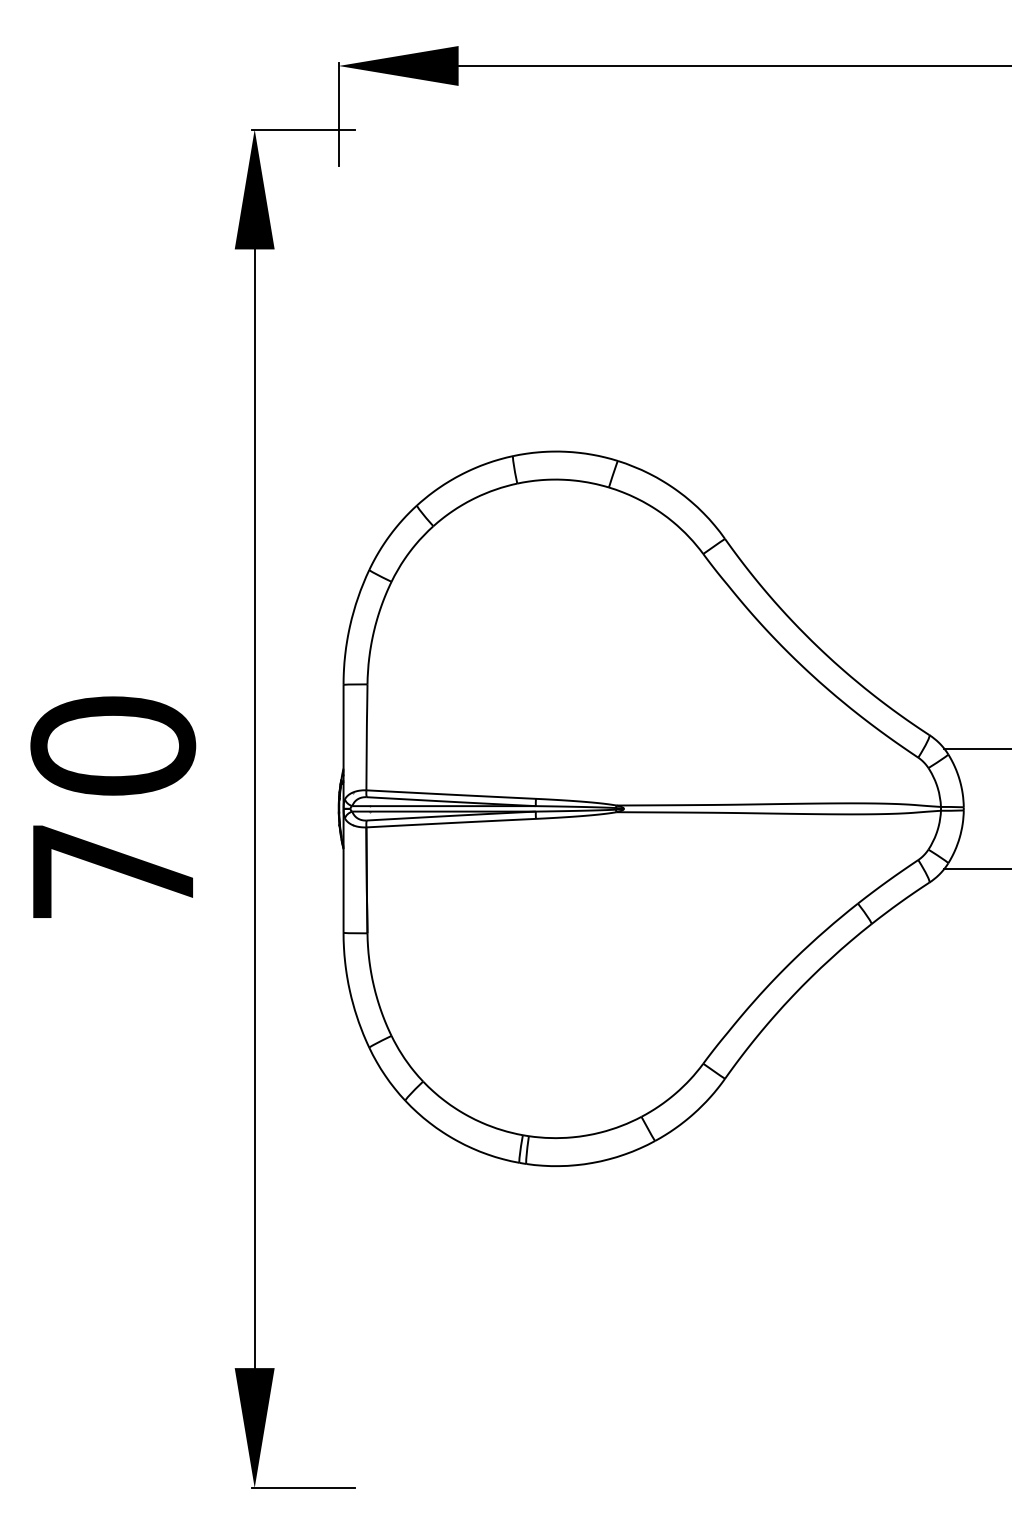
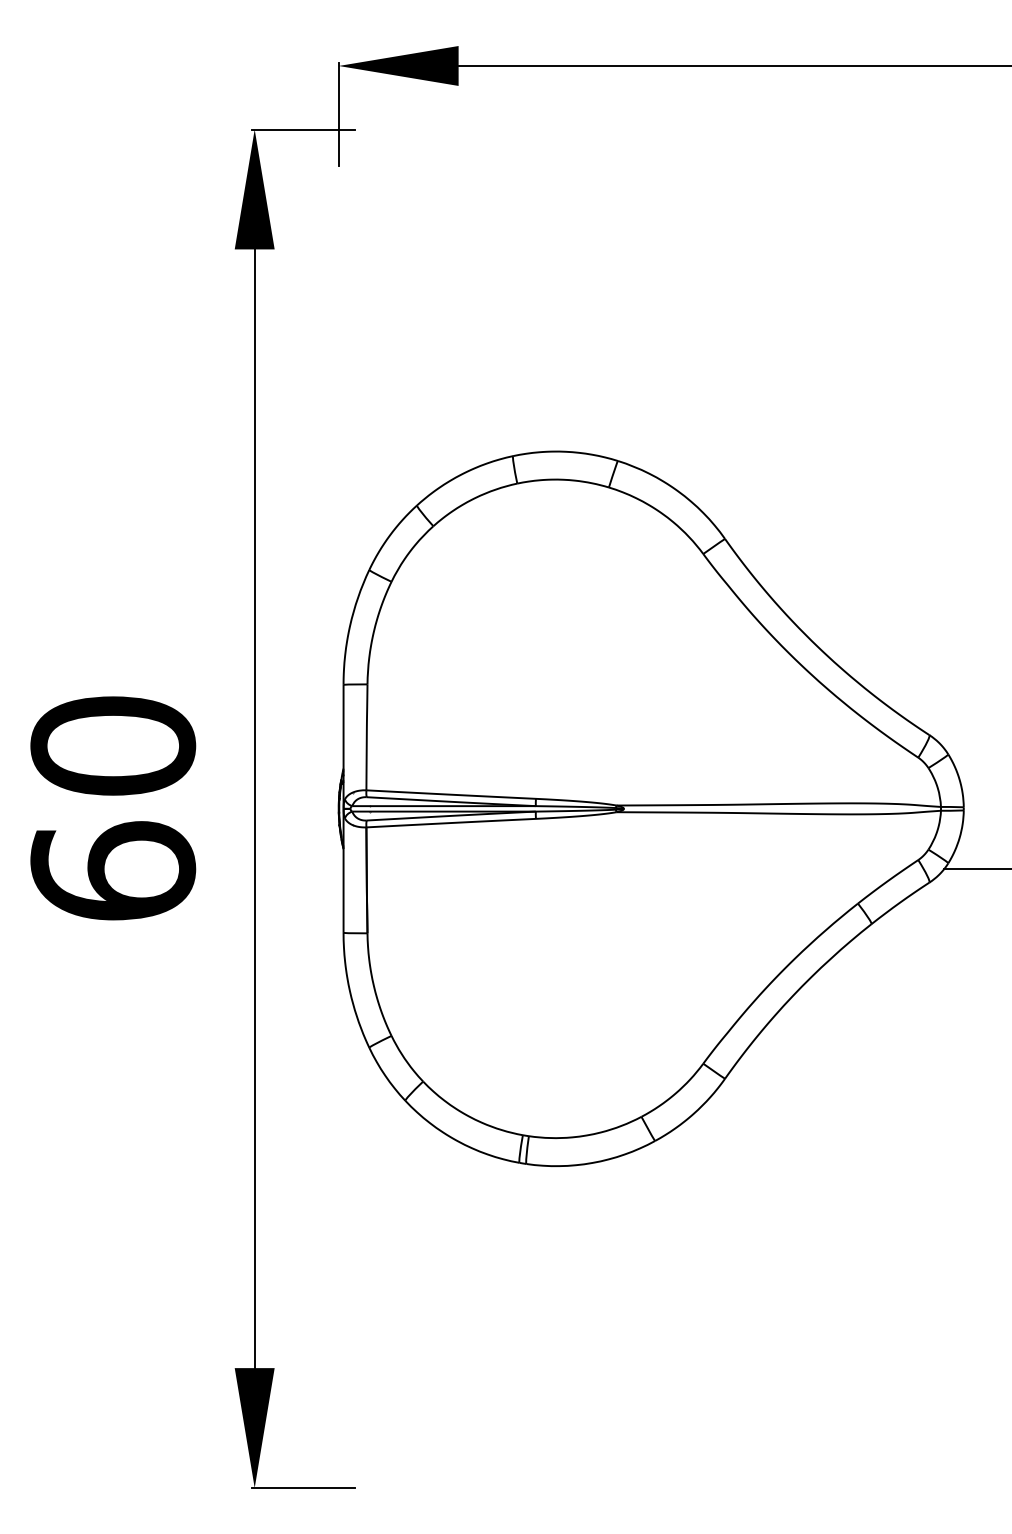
line at (976, 748): present -> none
text at (113, 870): 70 -> 60
